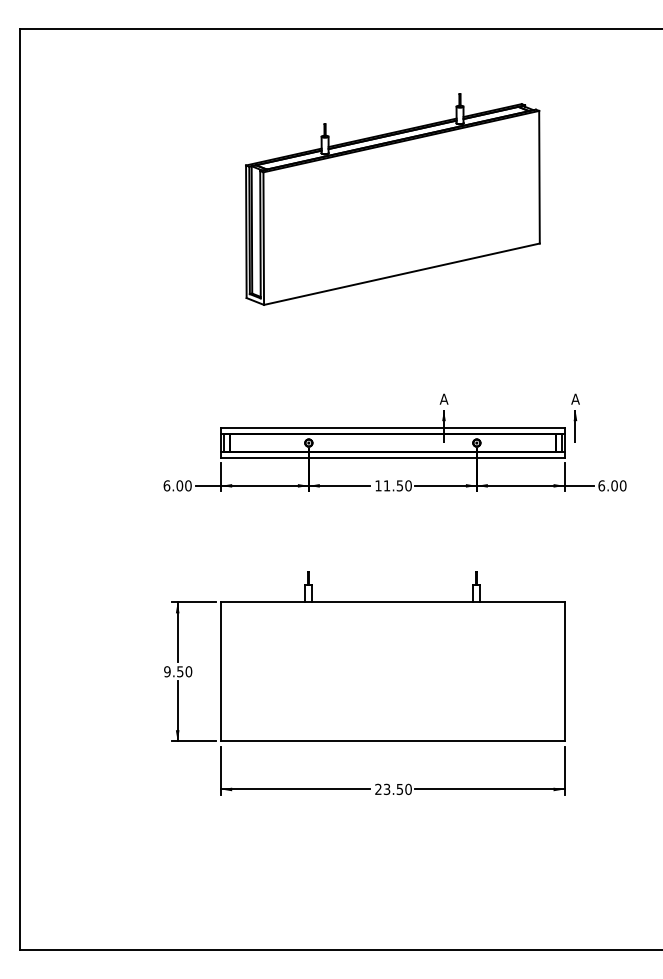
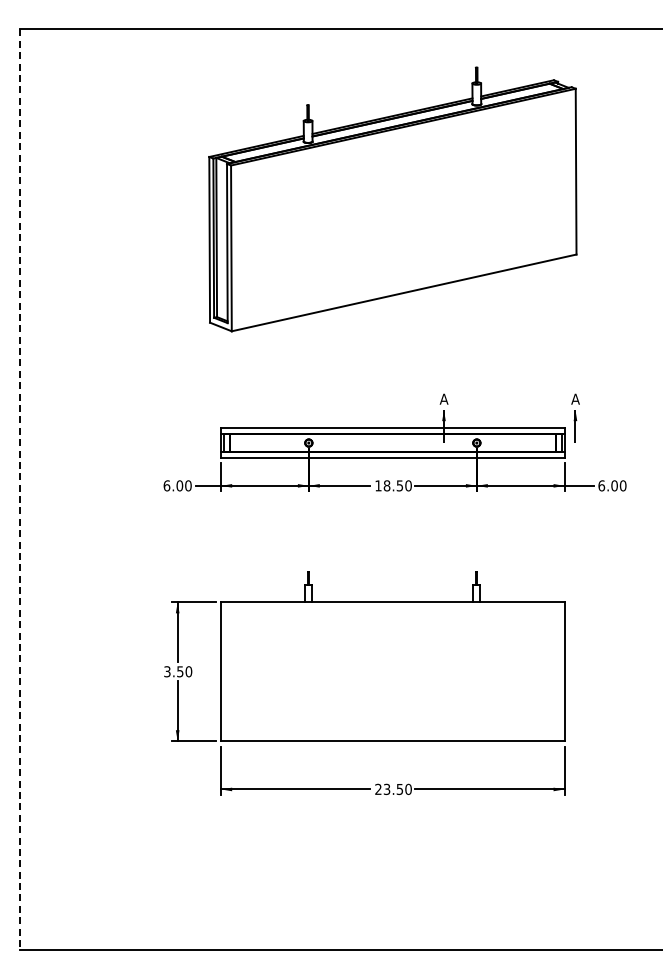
part at (392, 199) size: 296x213 px -> 370x267 px
text at (386, 485): 11.50 -> 18.50
line at (19, 489): solid -> dashed
text at (167, 671): 9.50 -> 3.50
